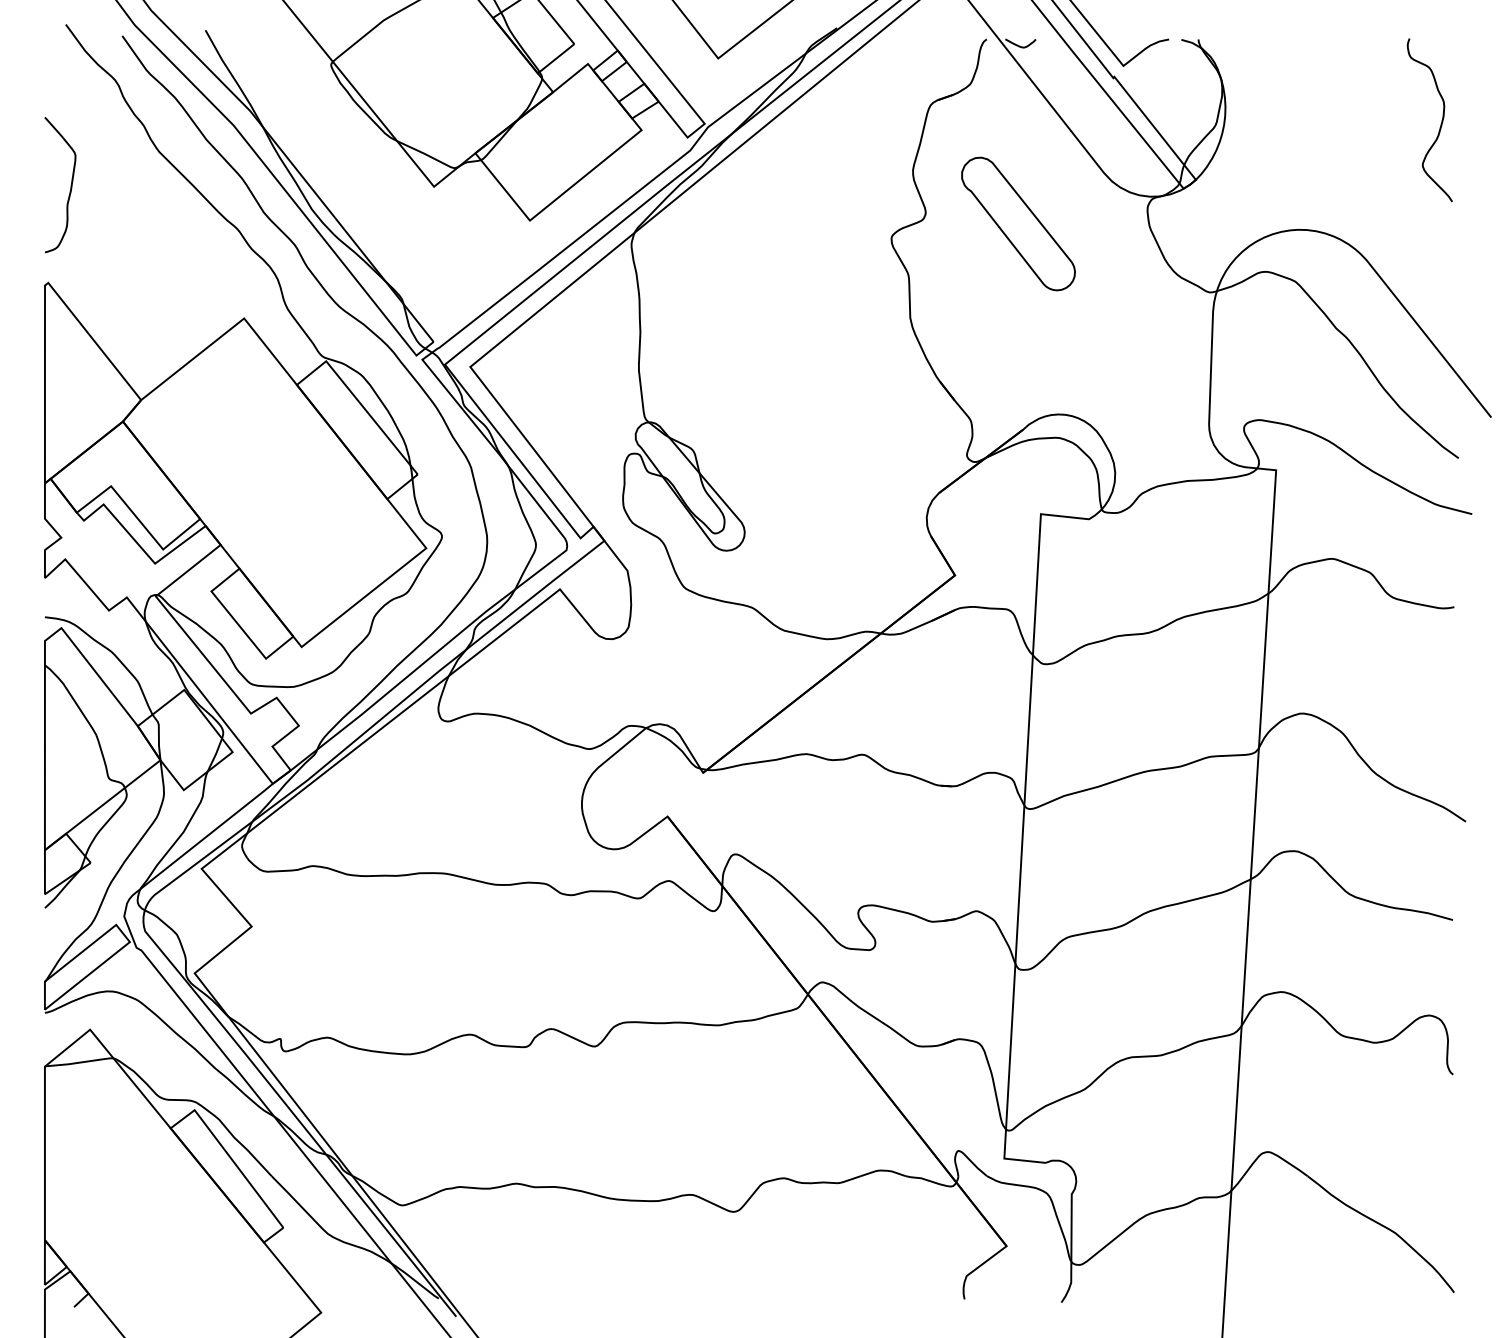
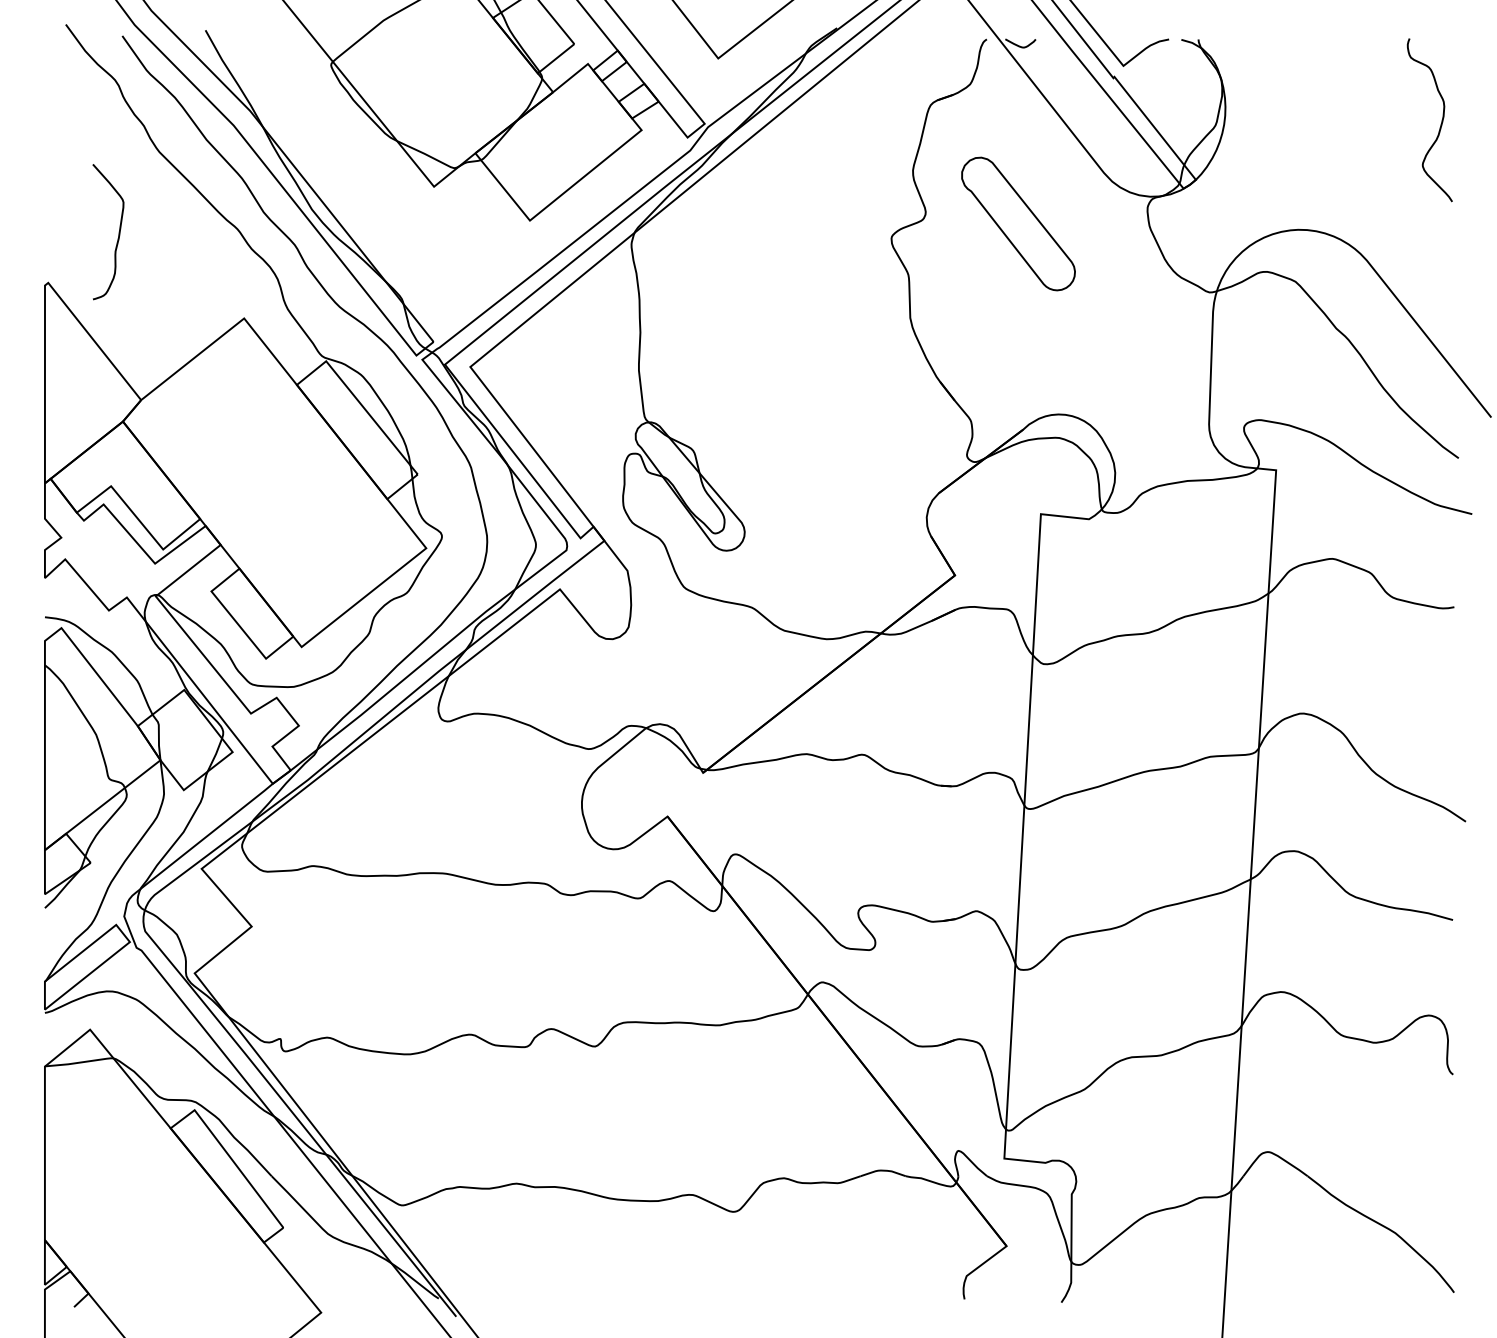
curve at (70, 185) position: (70, 185) -> (118, 232)
